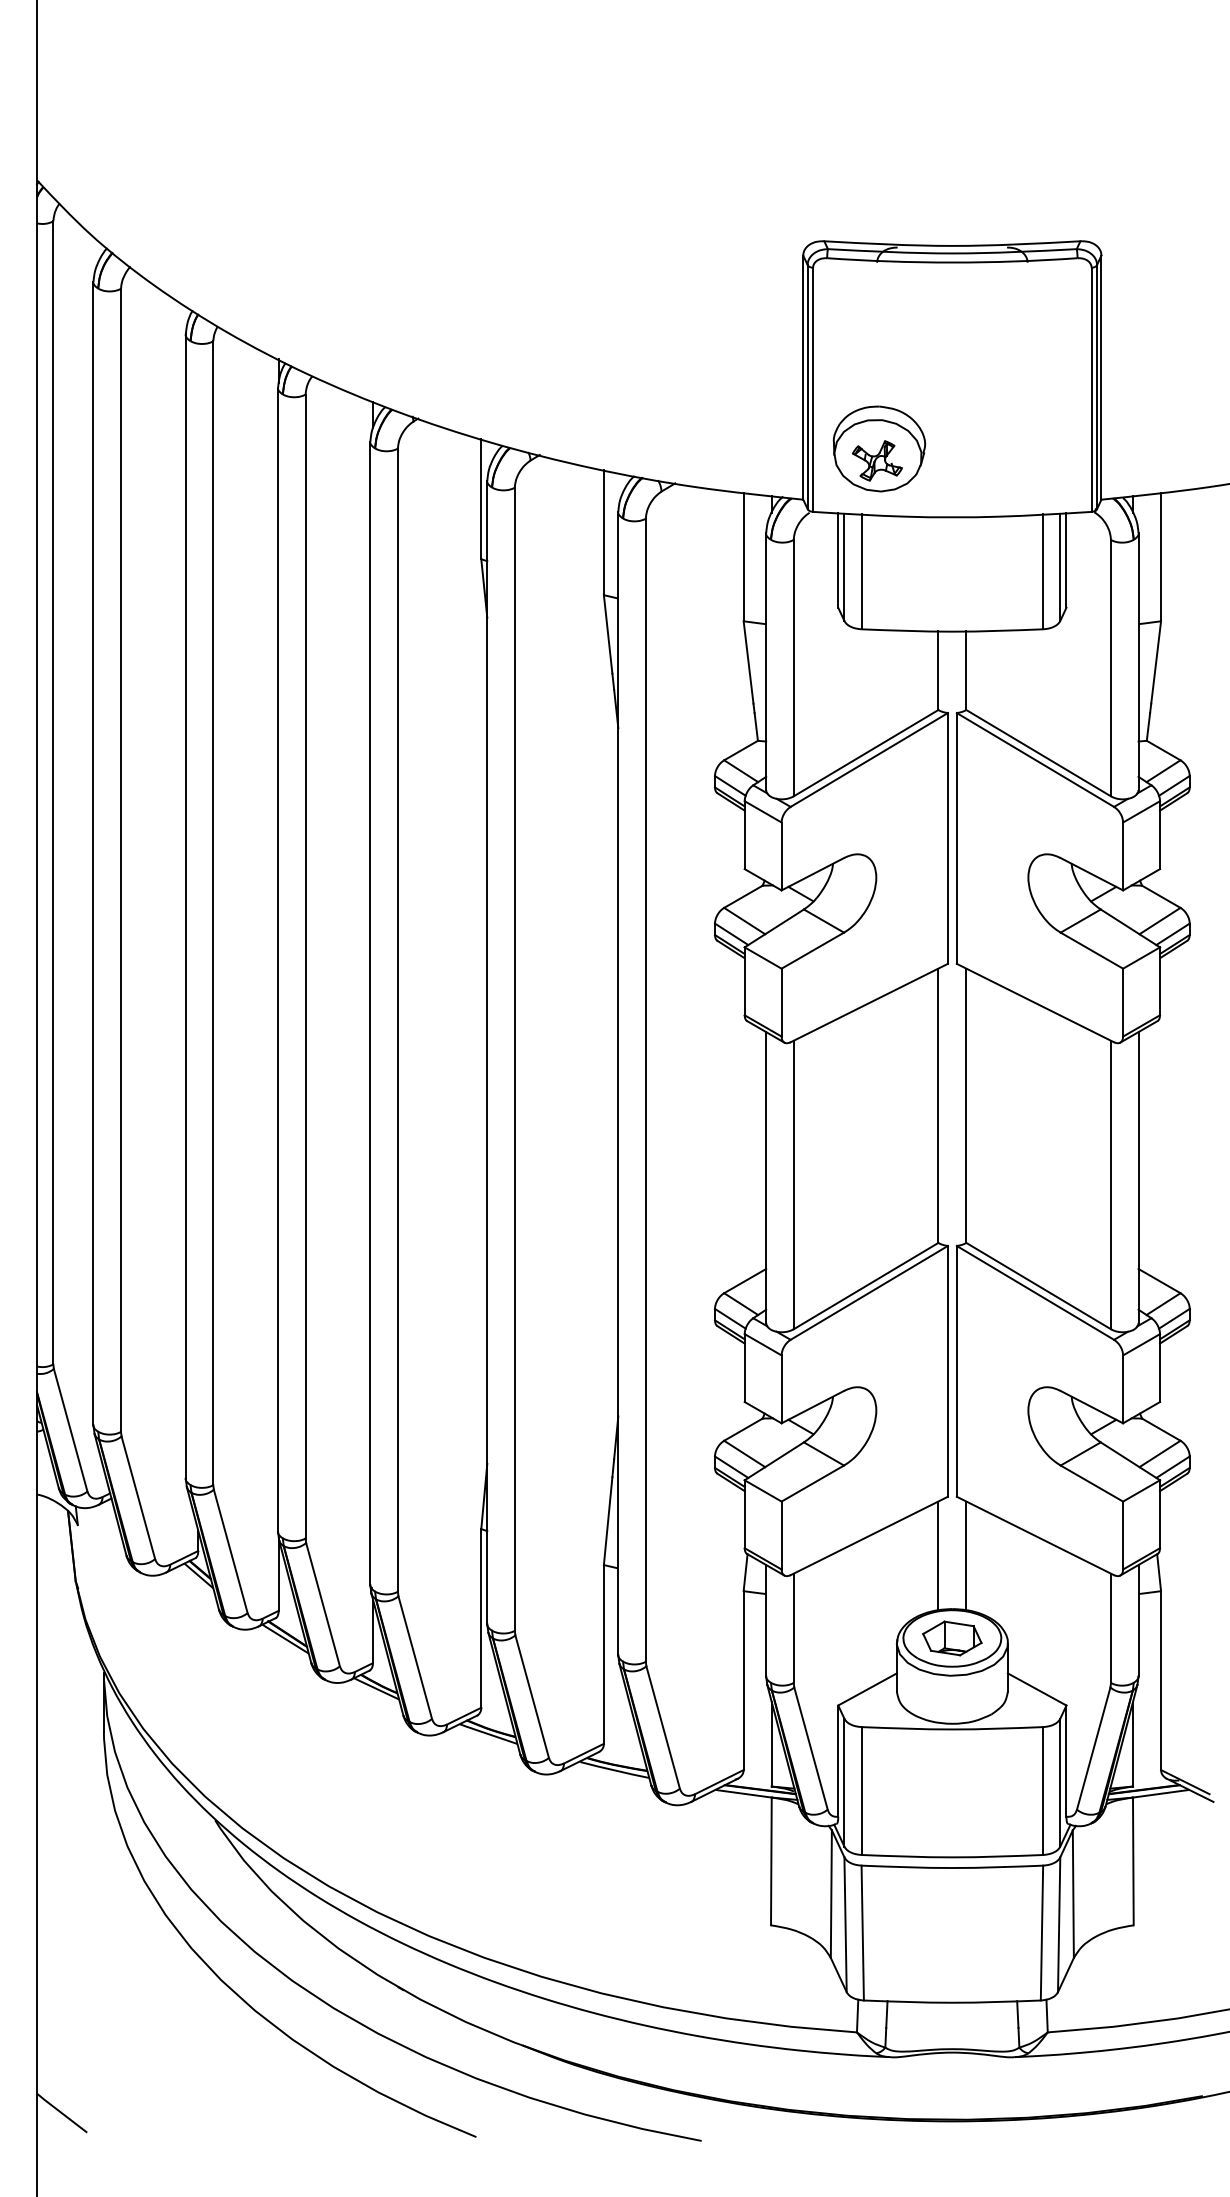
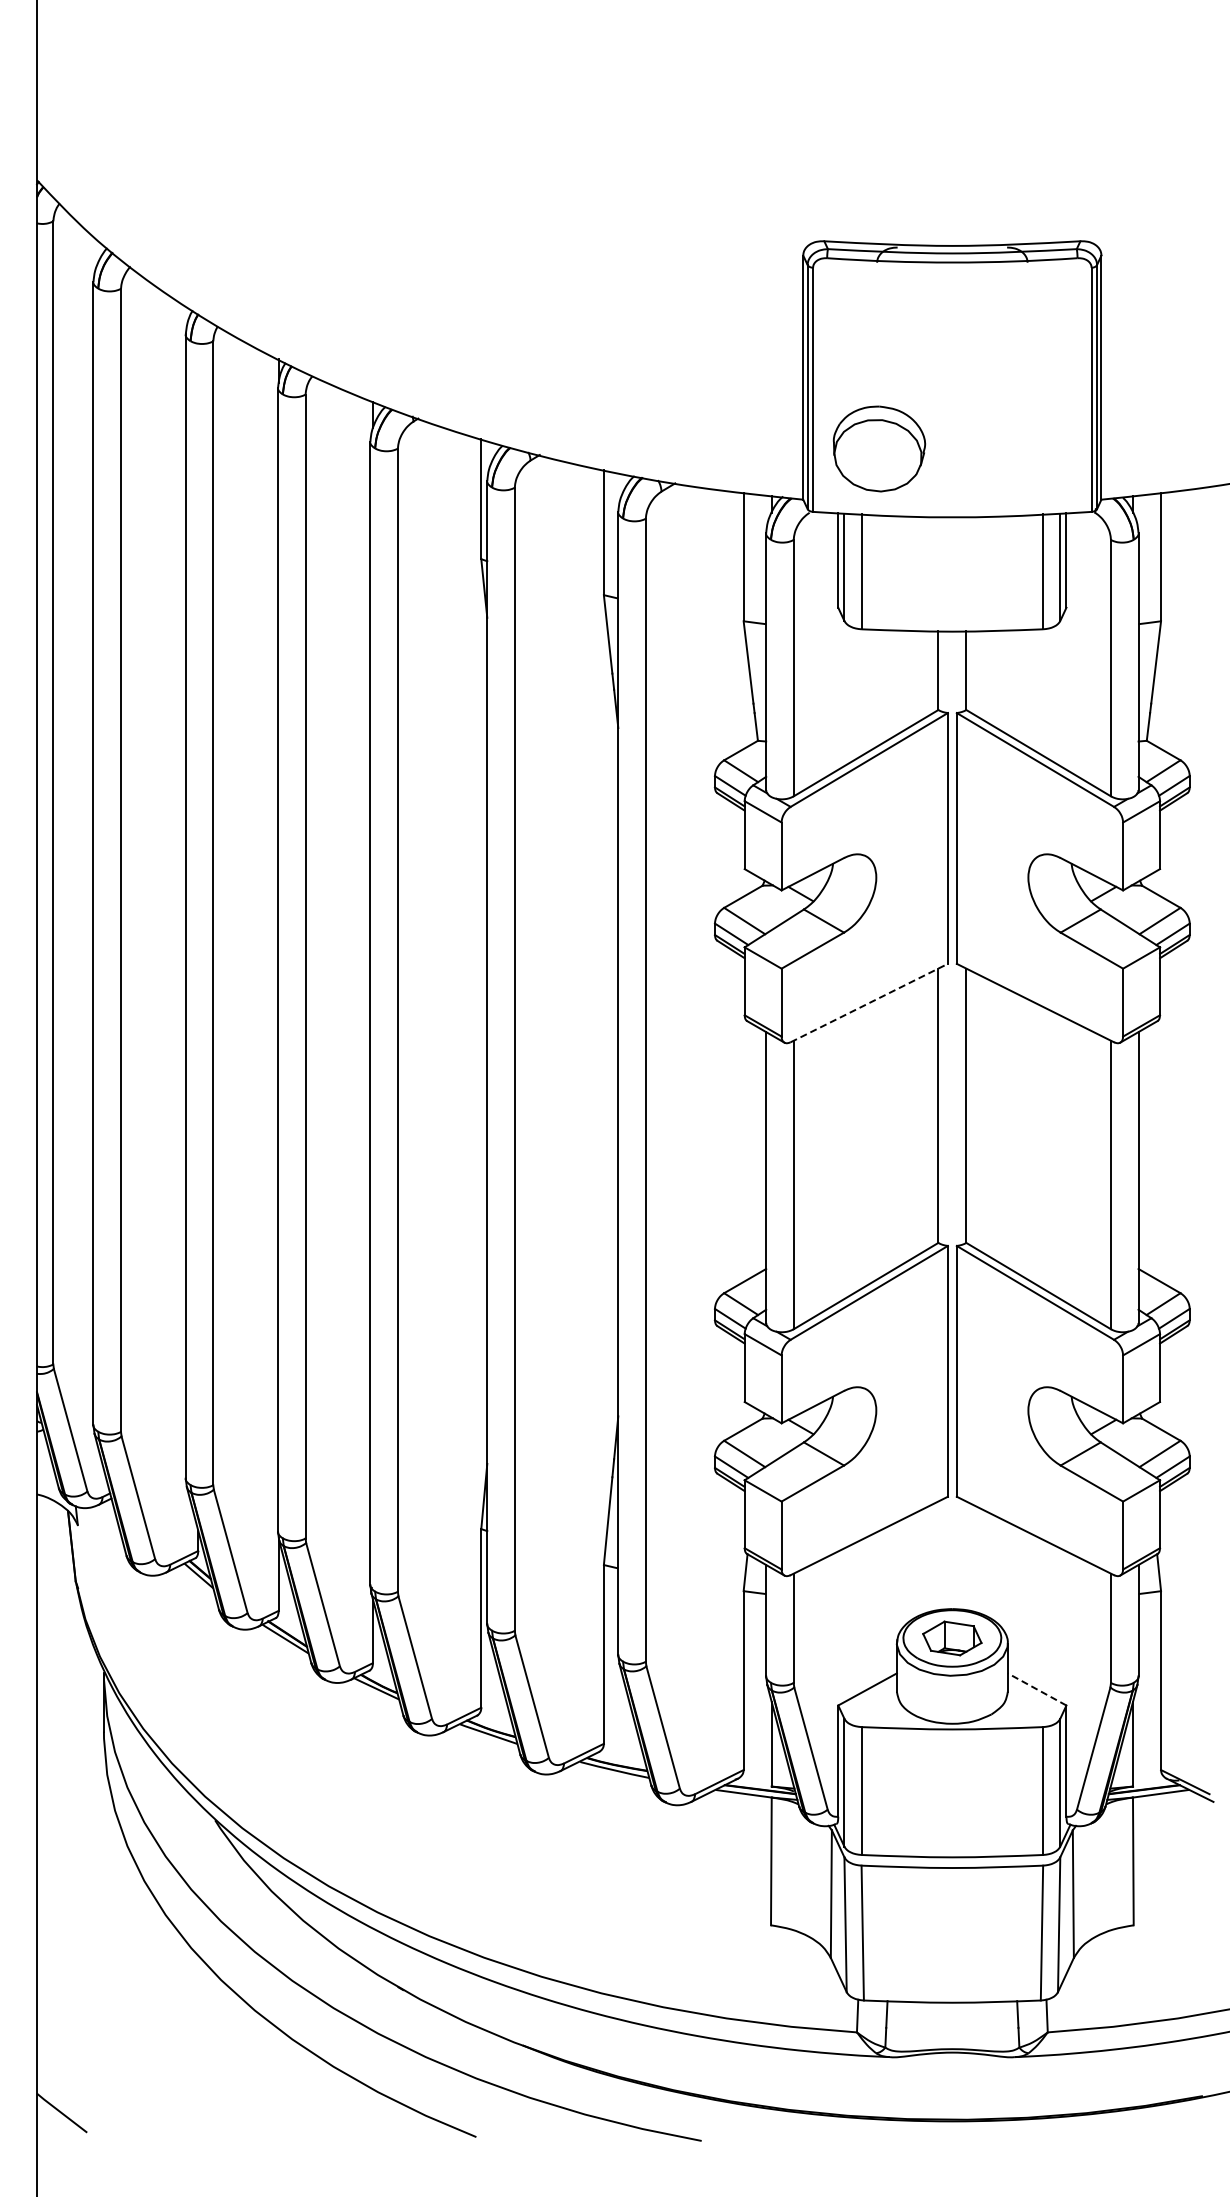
part at (877, 460): present -> none
line at (869, 1003): solid -> dashed
line at (938, 1555): present -> none
line at (966, 1555): present -> none
line at (1036, 1689): solid -> dashed
